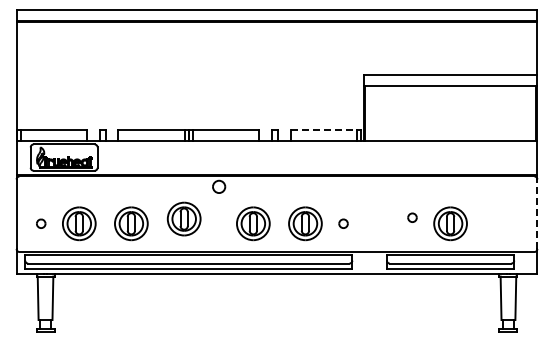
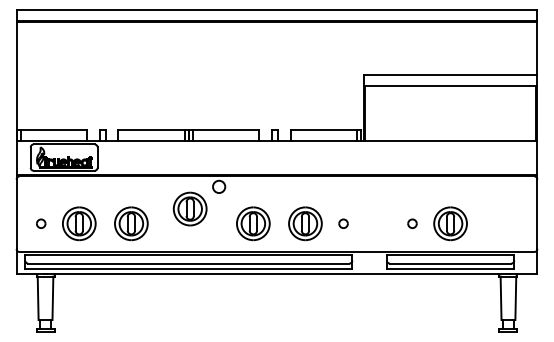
line at (324, 129): dashed -> solid
line at (537, 214): dashed -> solid
part at (412, 217) position: (412, 217) -> (412, 223)
part at (183, 218) position: (183, 218) -> (189, 208)
